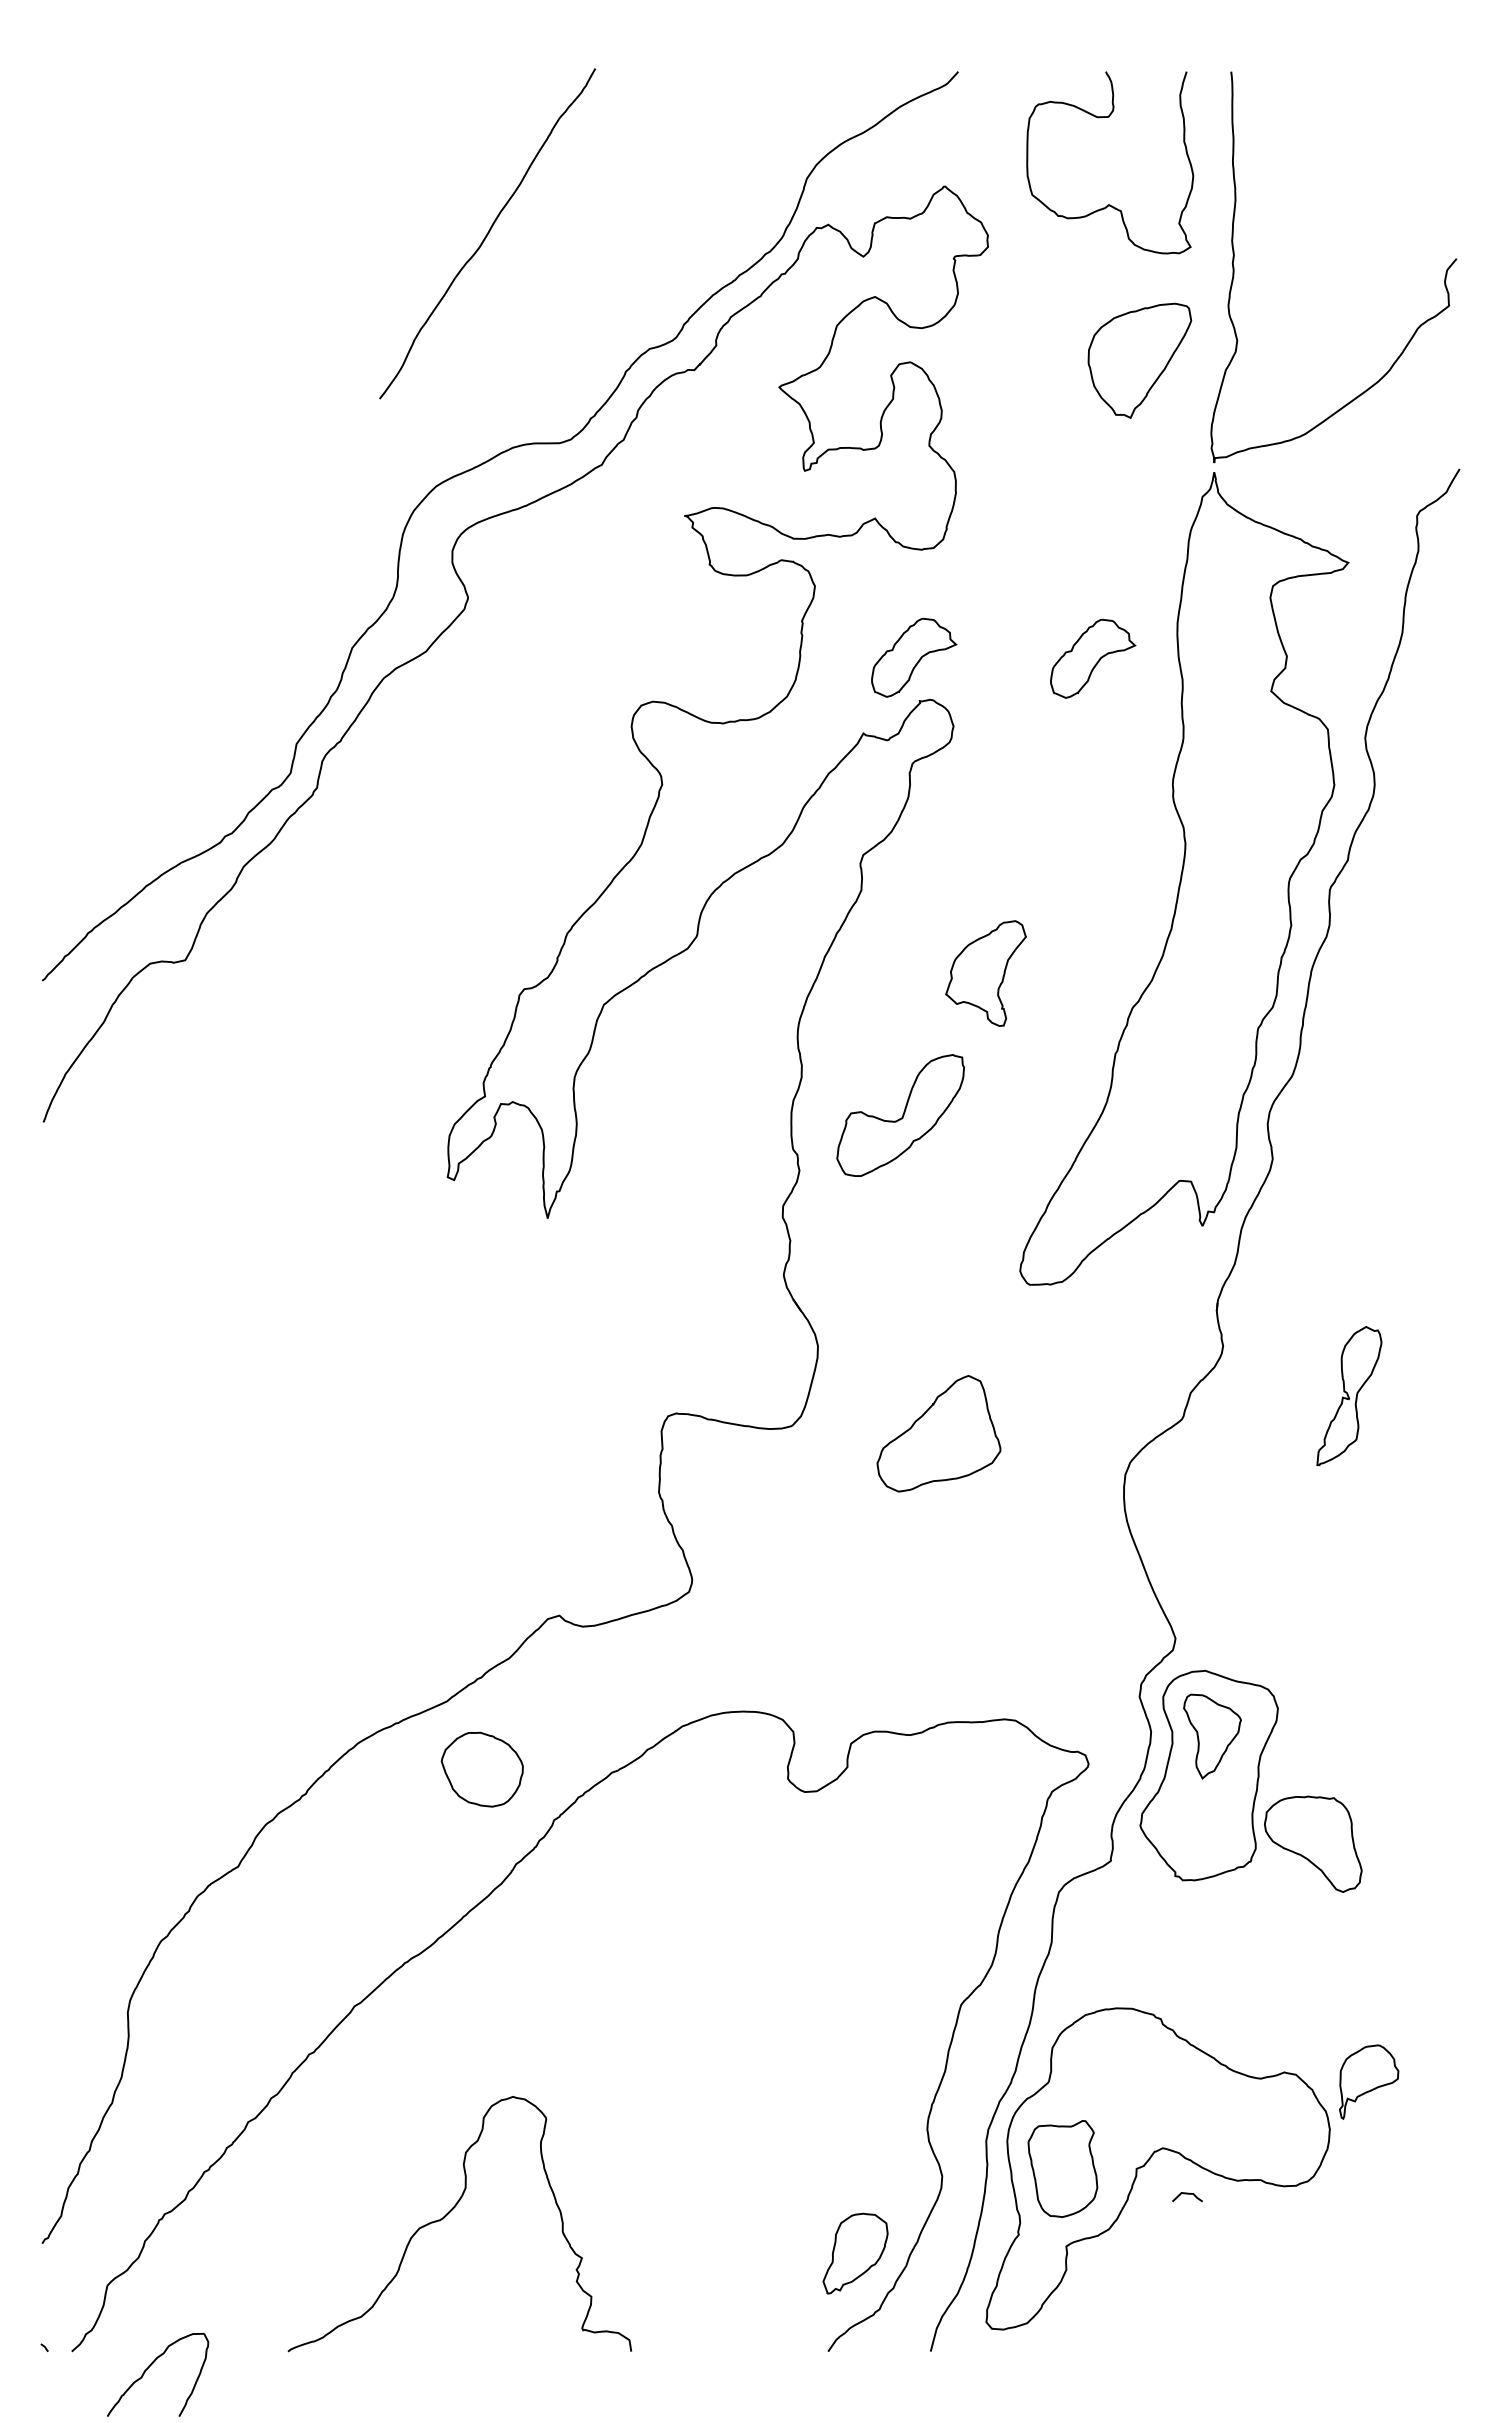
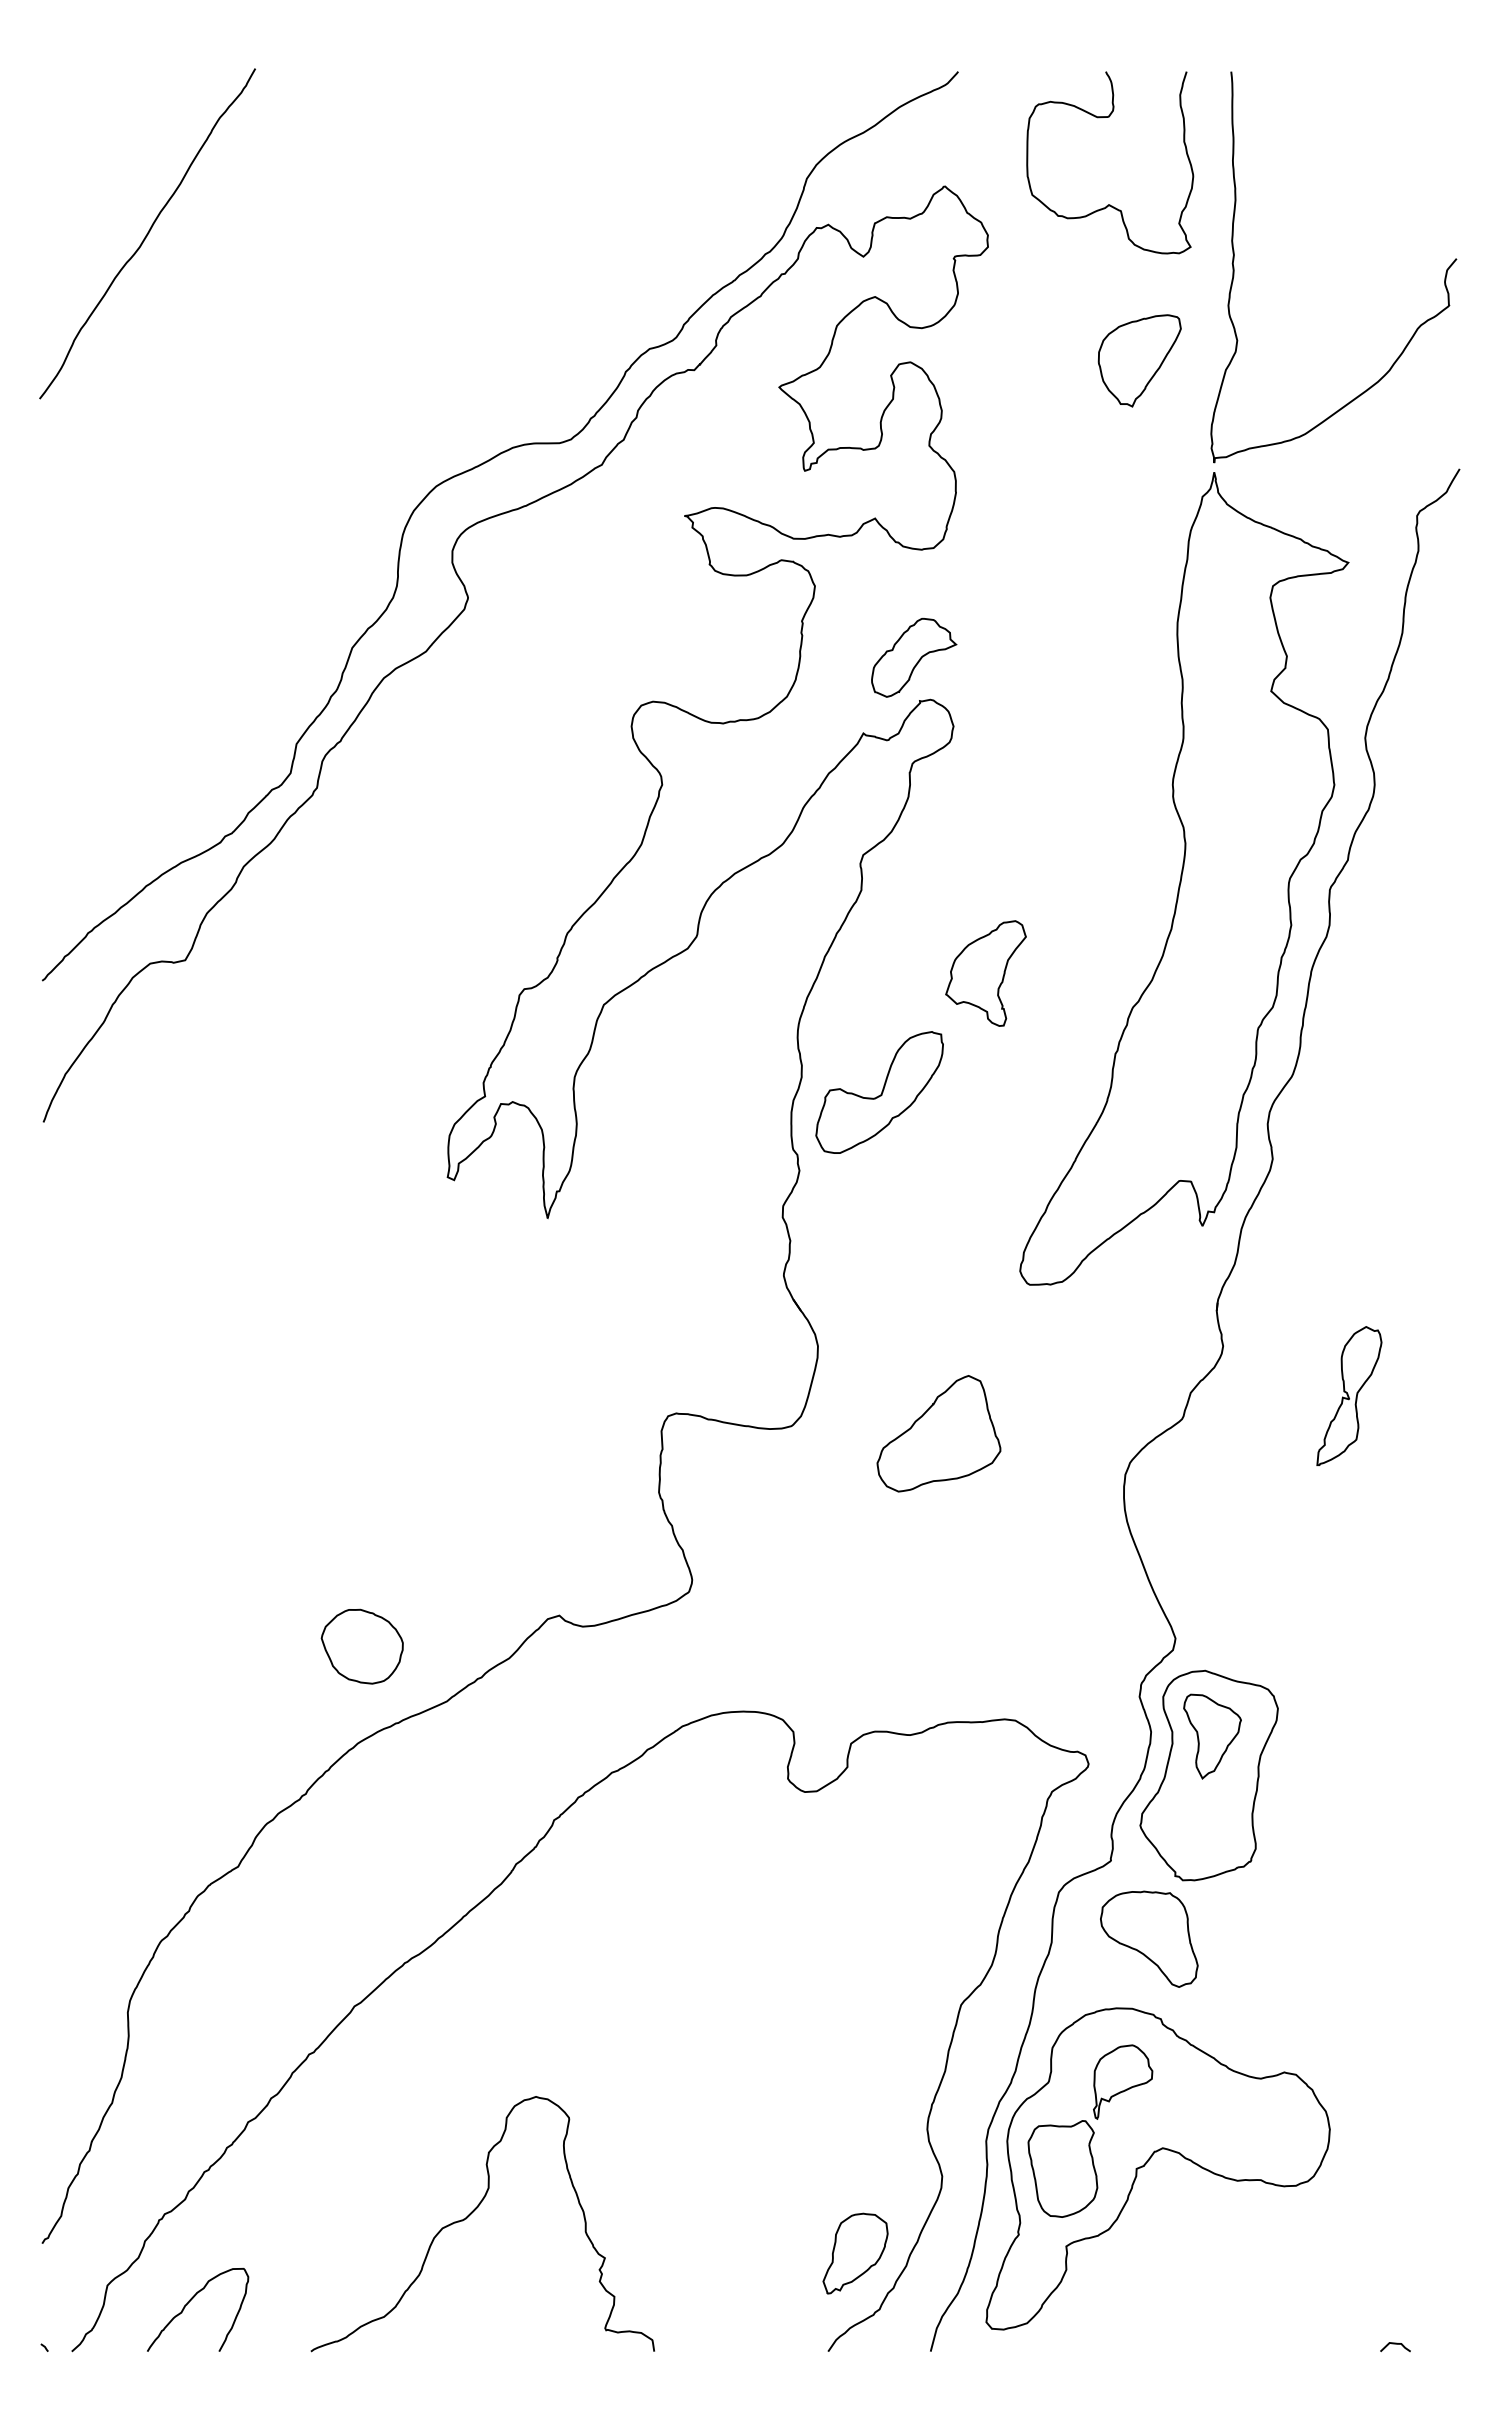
curve at (487, 233) position: (487, 233) -> (147, 233)
part at (1139, 360) size: 106x117 px -> 85x94 px
part at (1093, 658): present -> none
part at (900, 1115) position: (900, 1115) -> (879, 1092)
part at (481, 1769) position: (481, 1769) -> (361, 1646)
part at (1313, 1843) position: (1313, 1843) -> (1149, 1938)
part at (1369, 2081) position: (1369, 2081) -> (1123, 2081)
curve at (1187, 2194) position: (1187, 2194) -> (1395, 2344)
curve at (449, 2213) position: (449, 2213) -> (472, 2213)
curve at (150, 2366) position: (150, 2366) -> (190, 2301)
